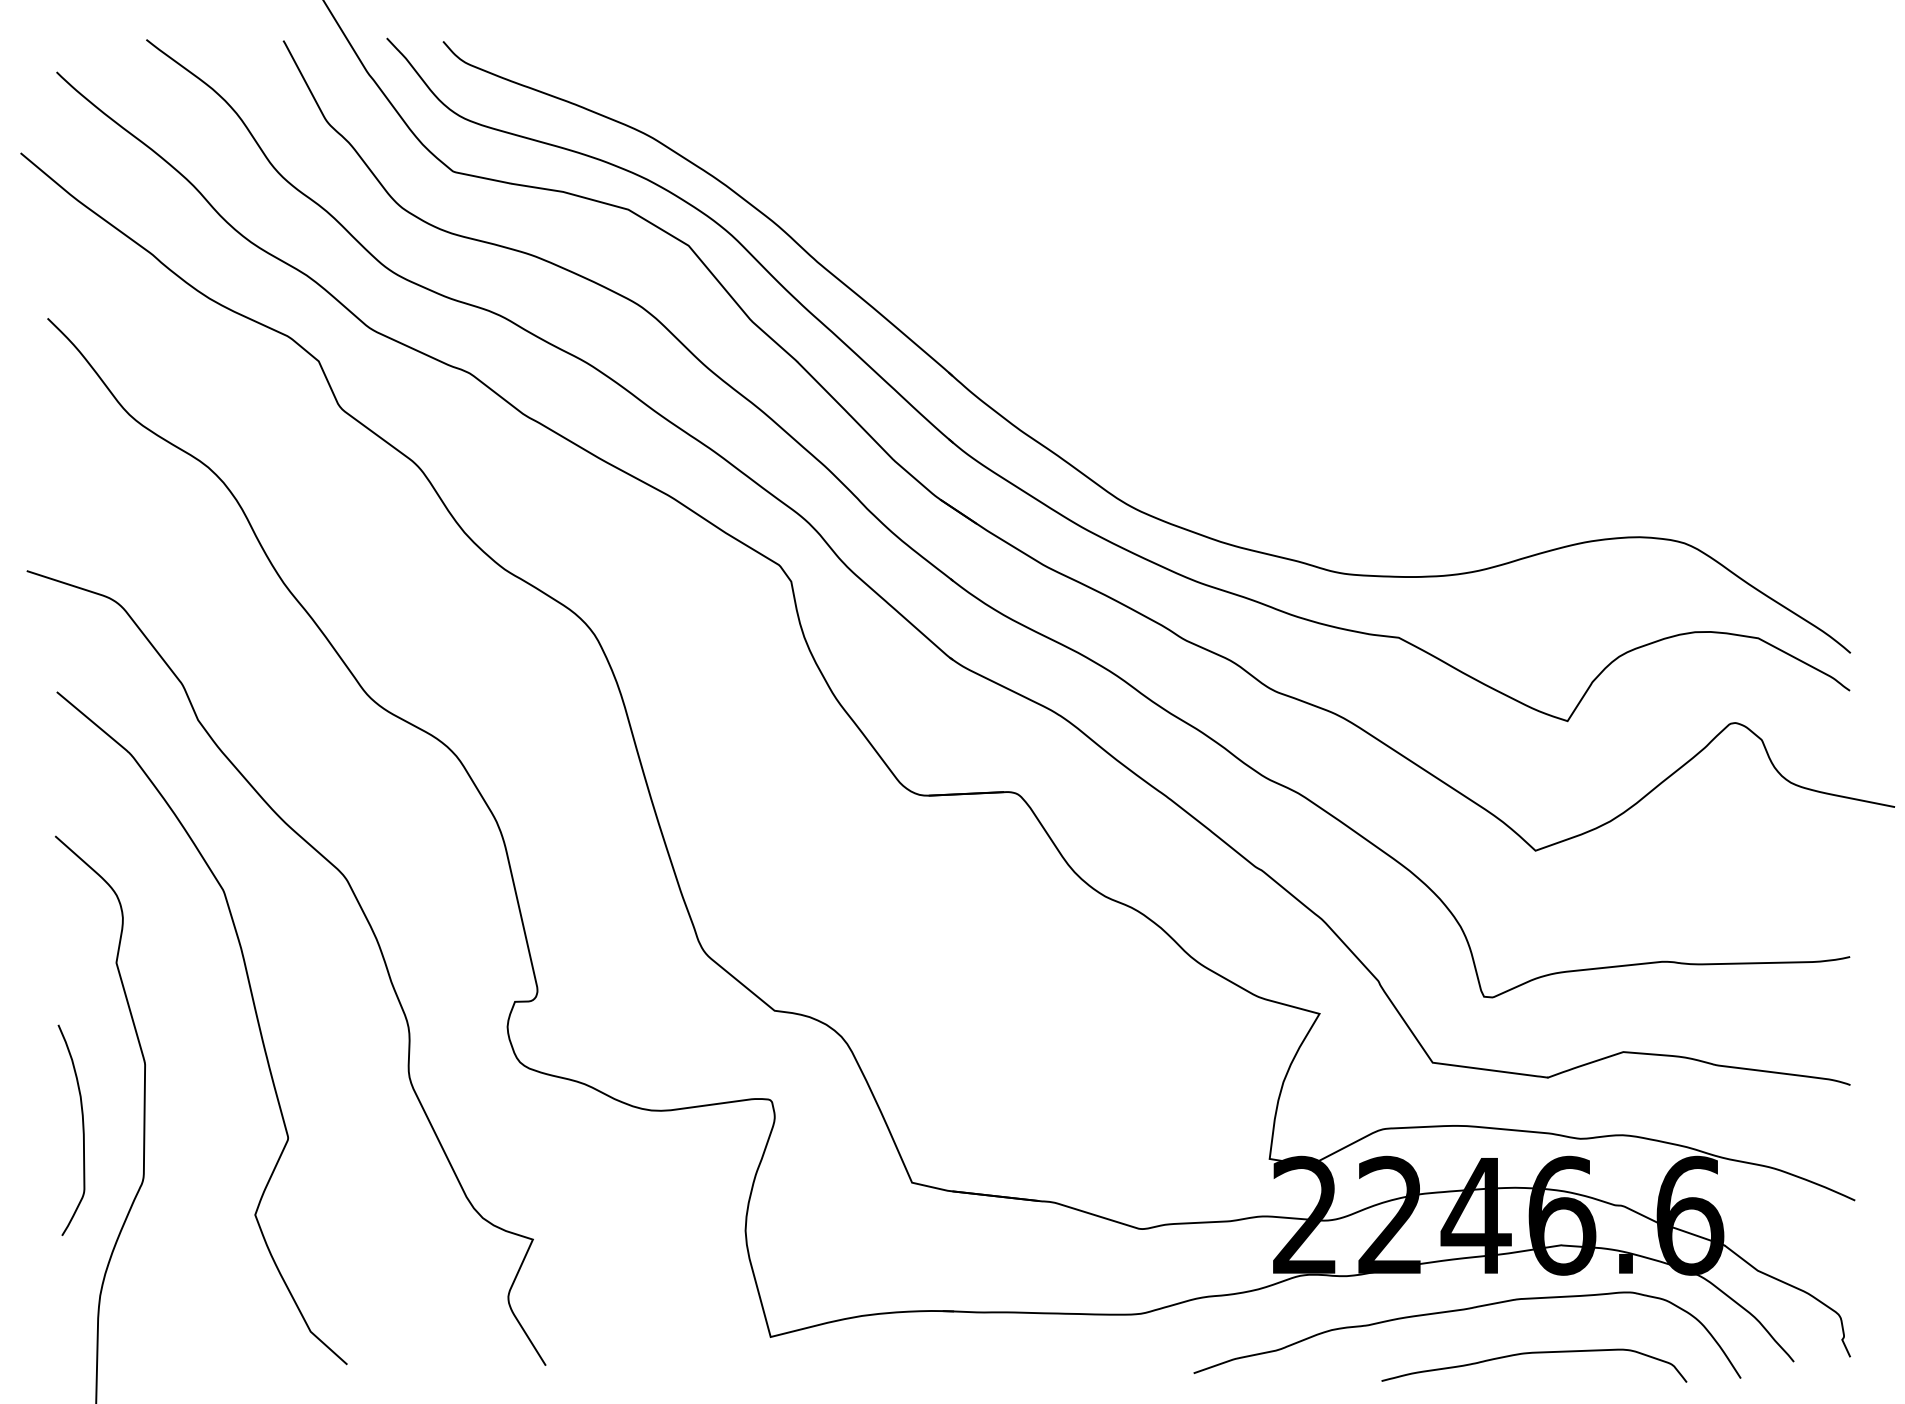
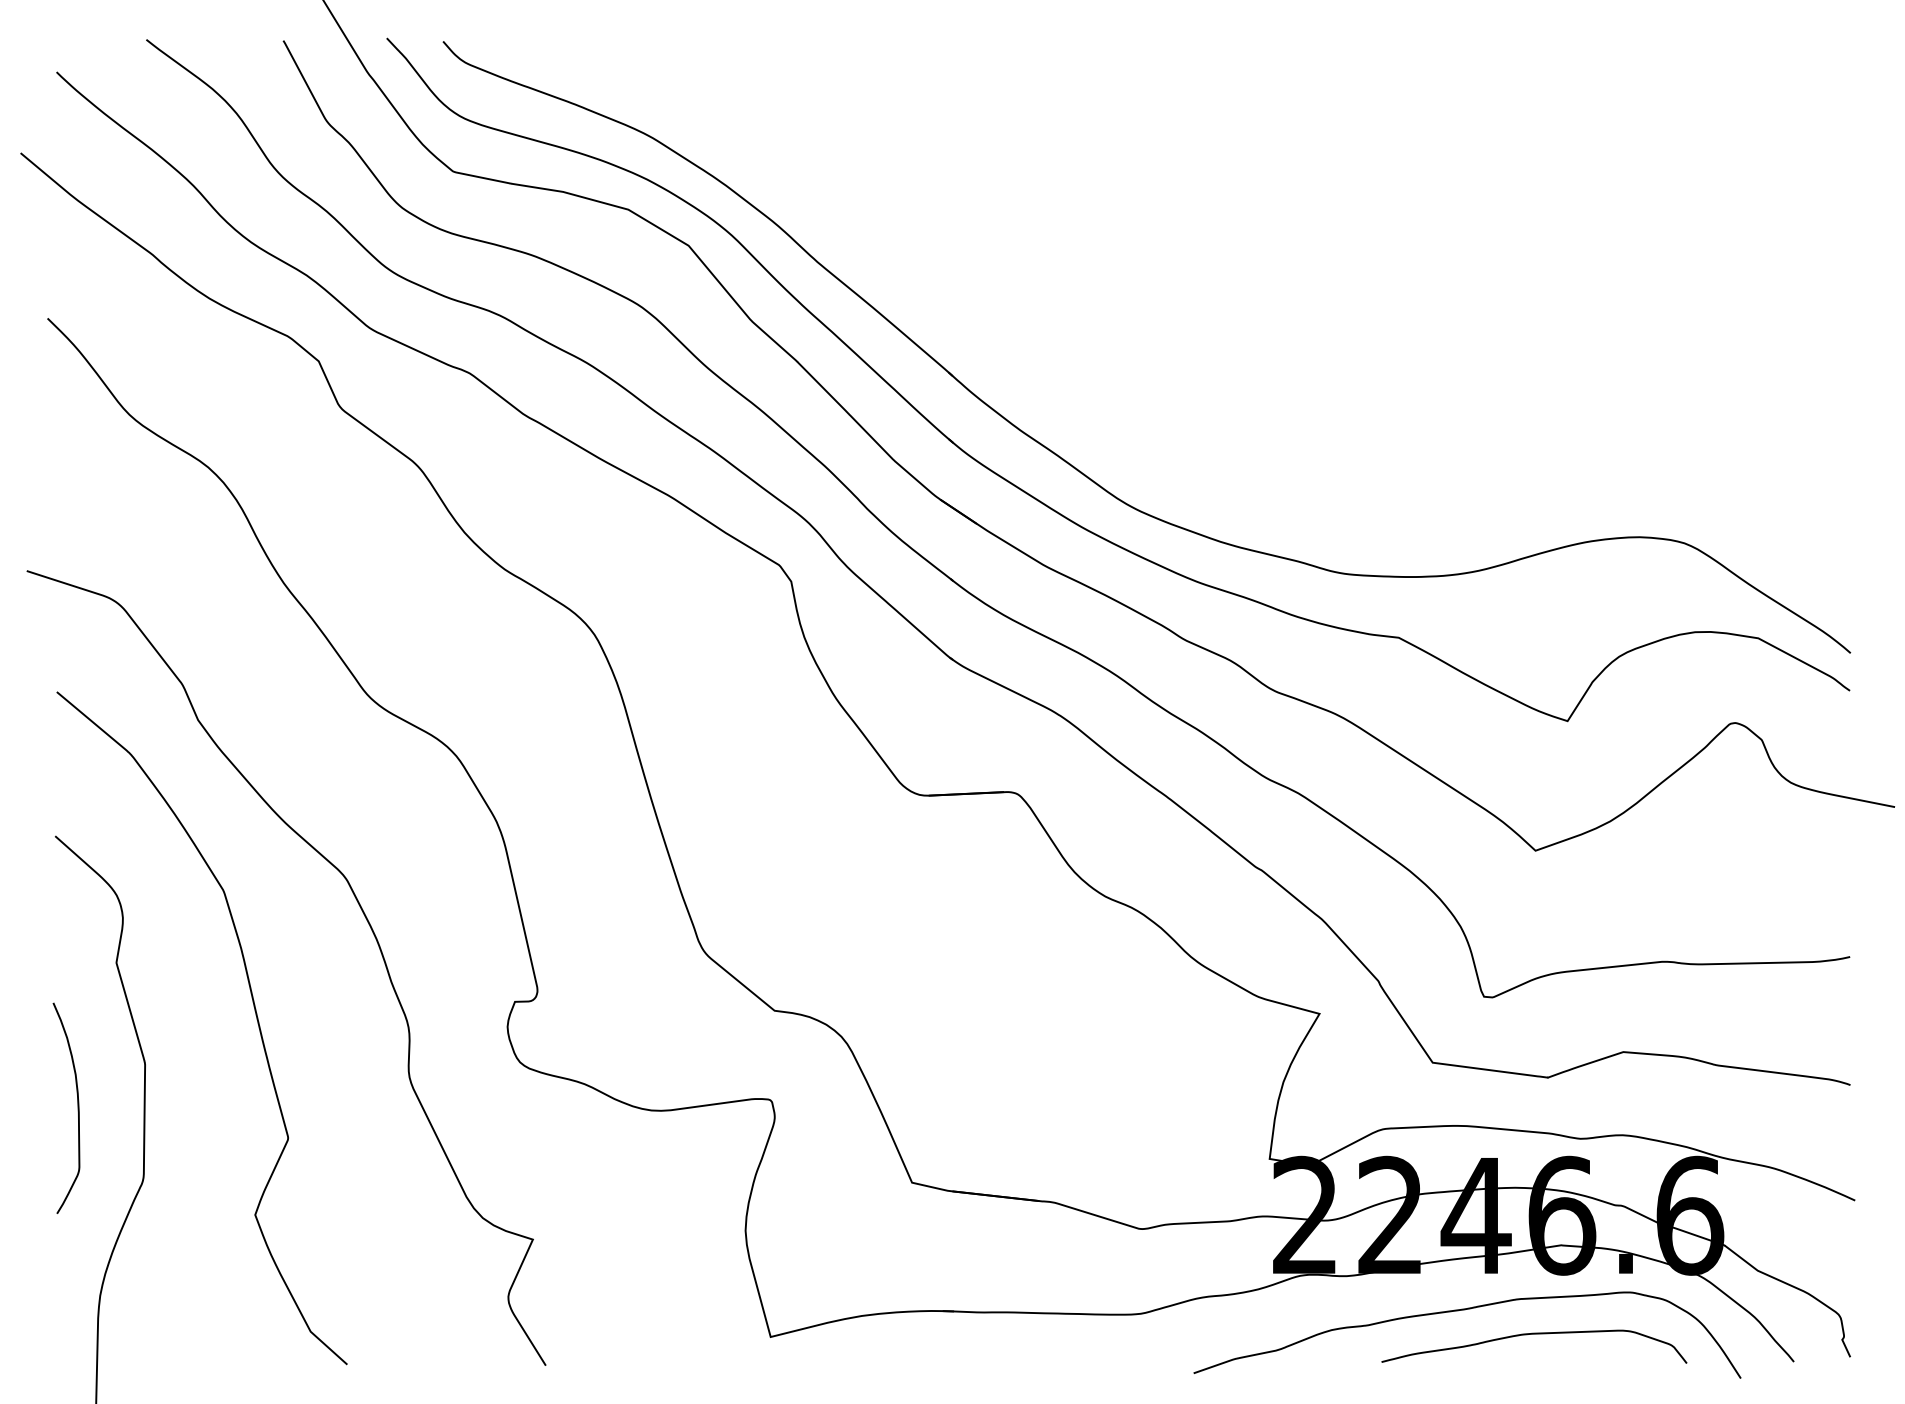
curve at (82, 1129) position: (82, 1129) -> (77, 1107)
curve at (1534, 1353) position: (1534, 1353) -> (1534, 1334)
